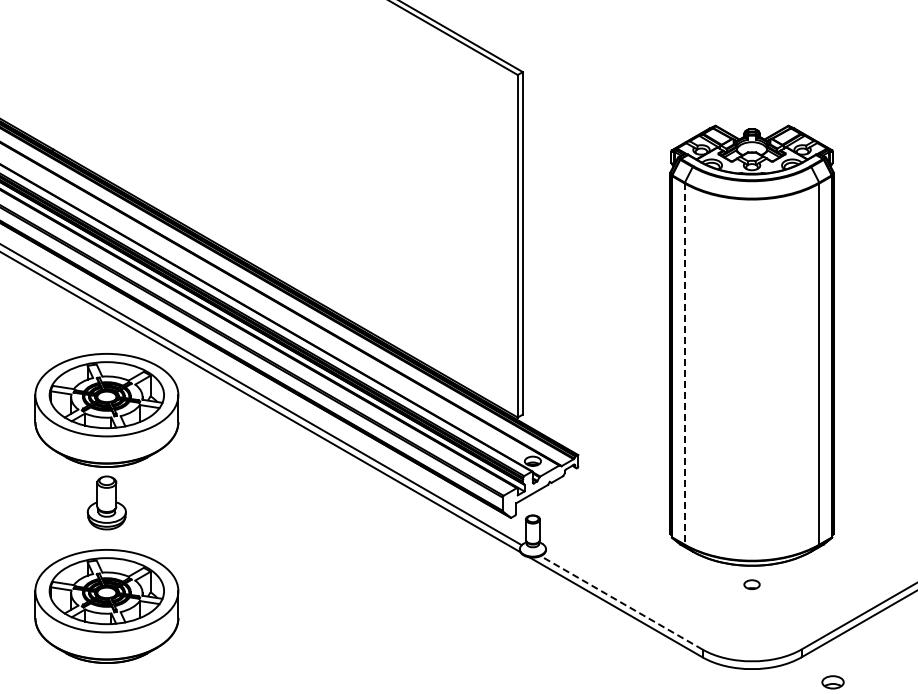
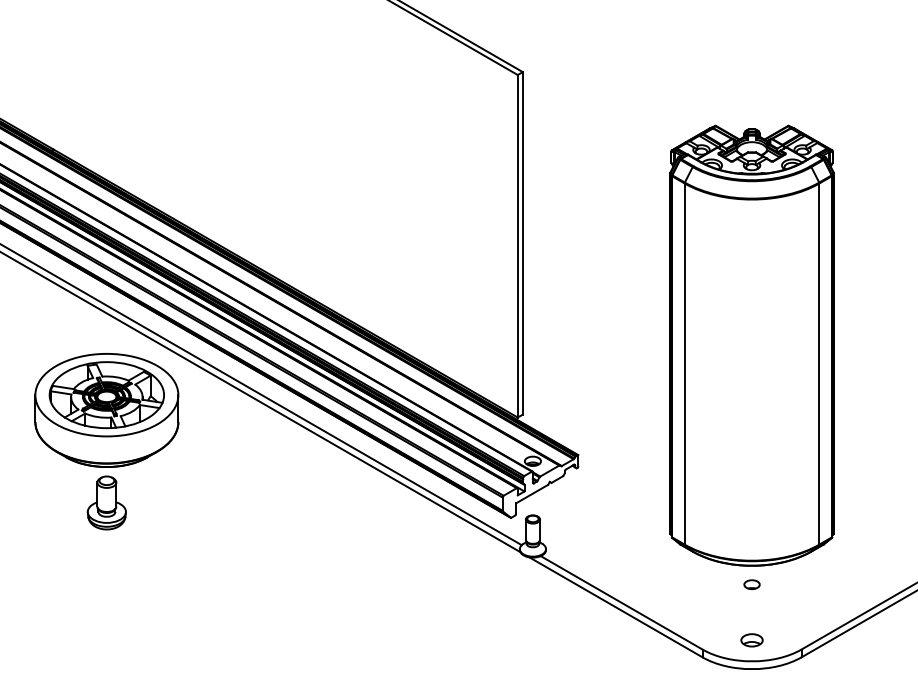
line at (684, 364): dashed -> solid
line at (621, 602): dashed -> solid
part at (106, 606): present -> none
part at (832, 682) position: (832, 682) -> (751, 640)
